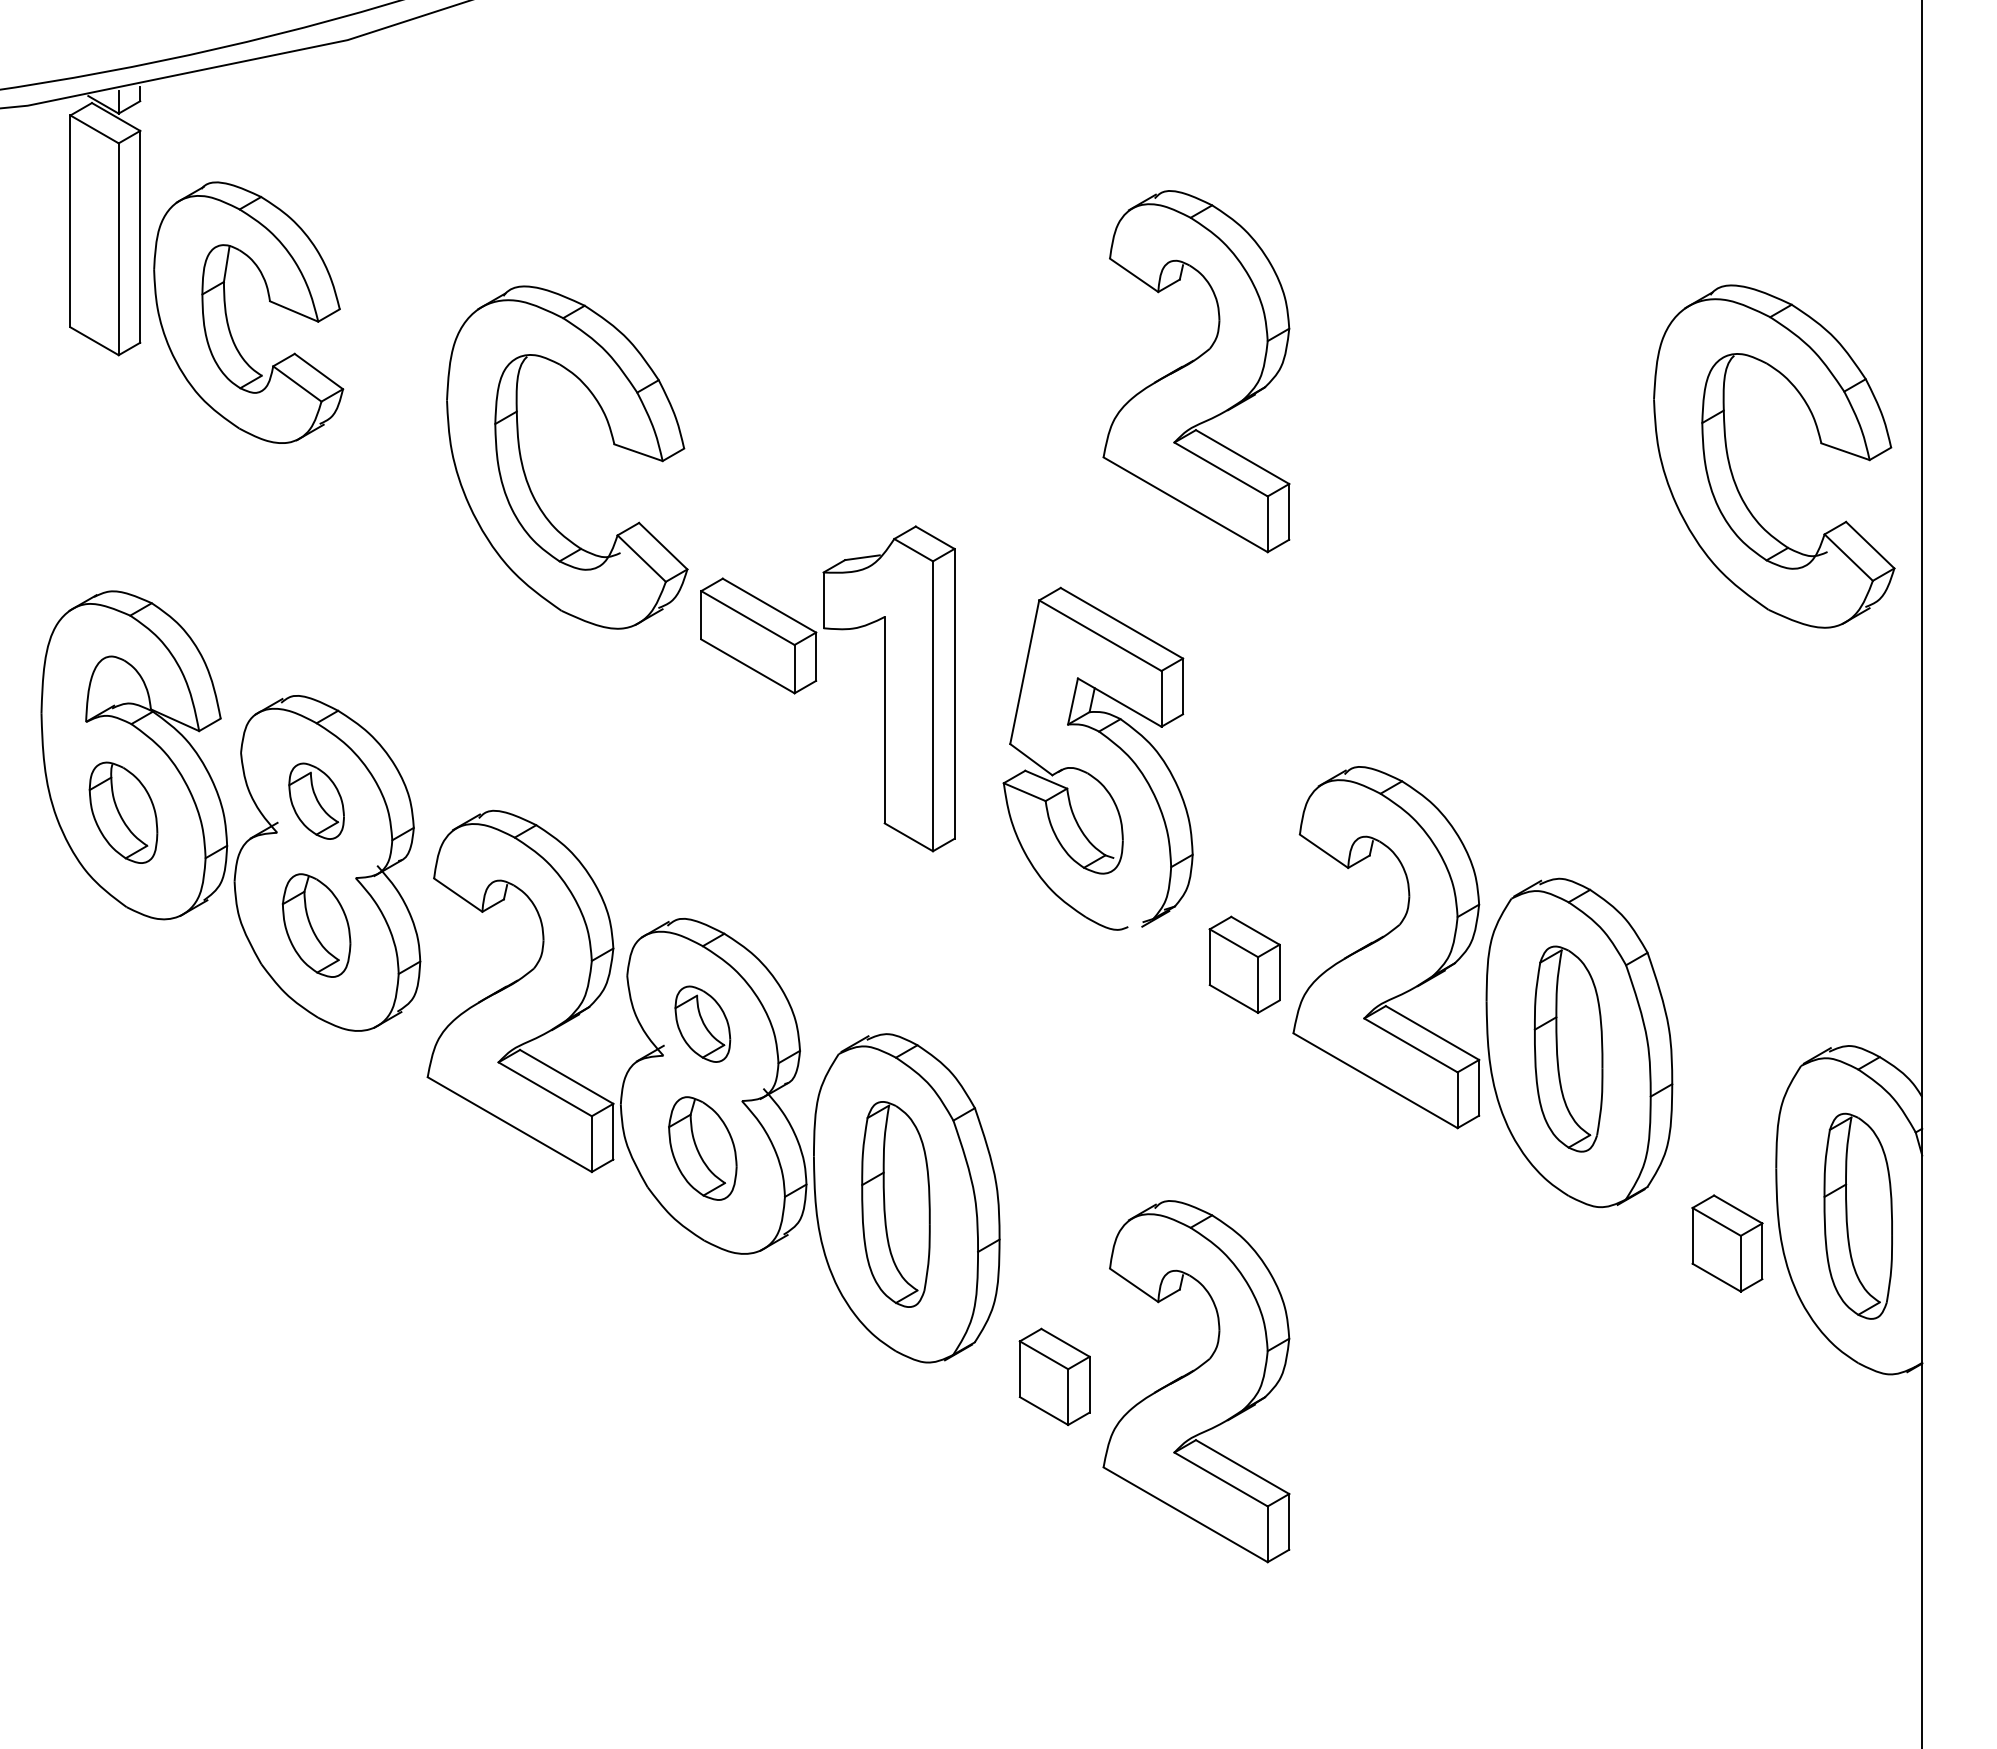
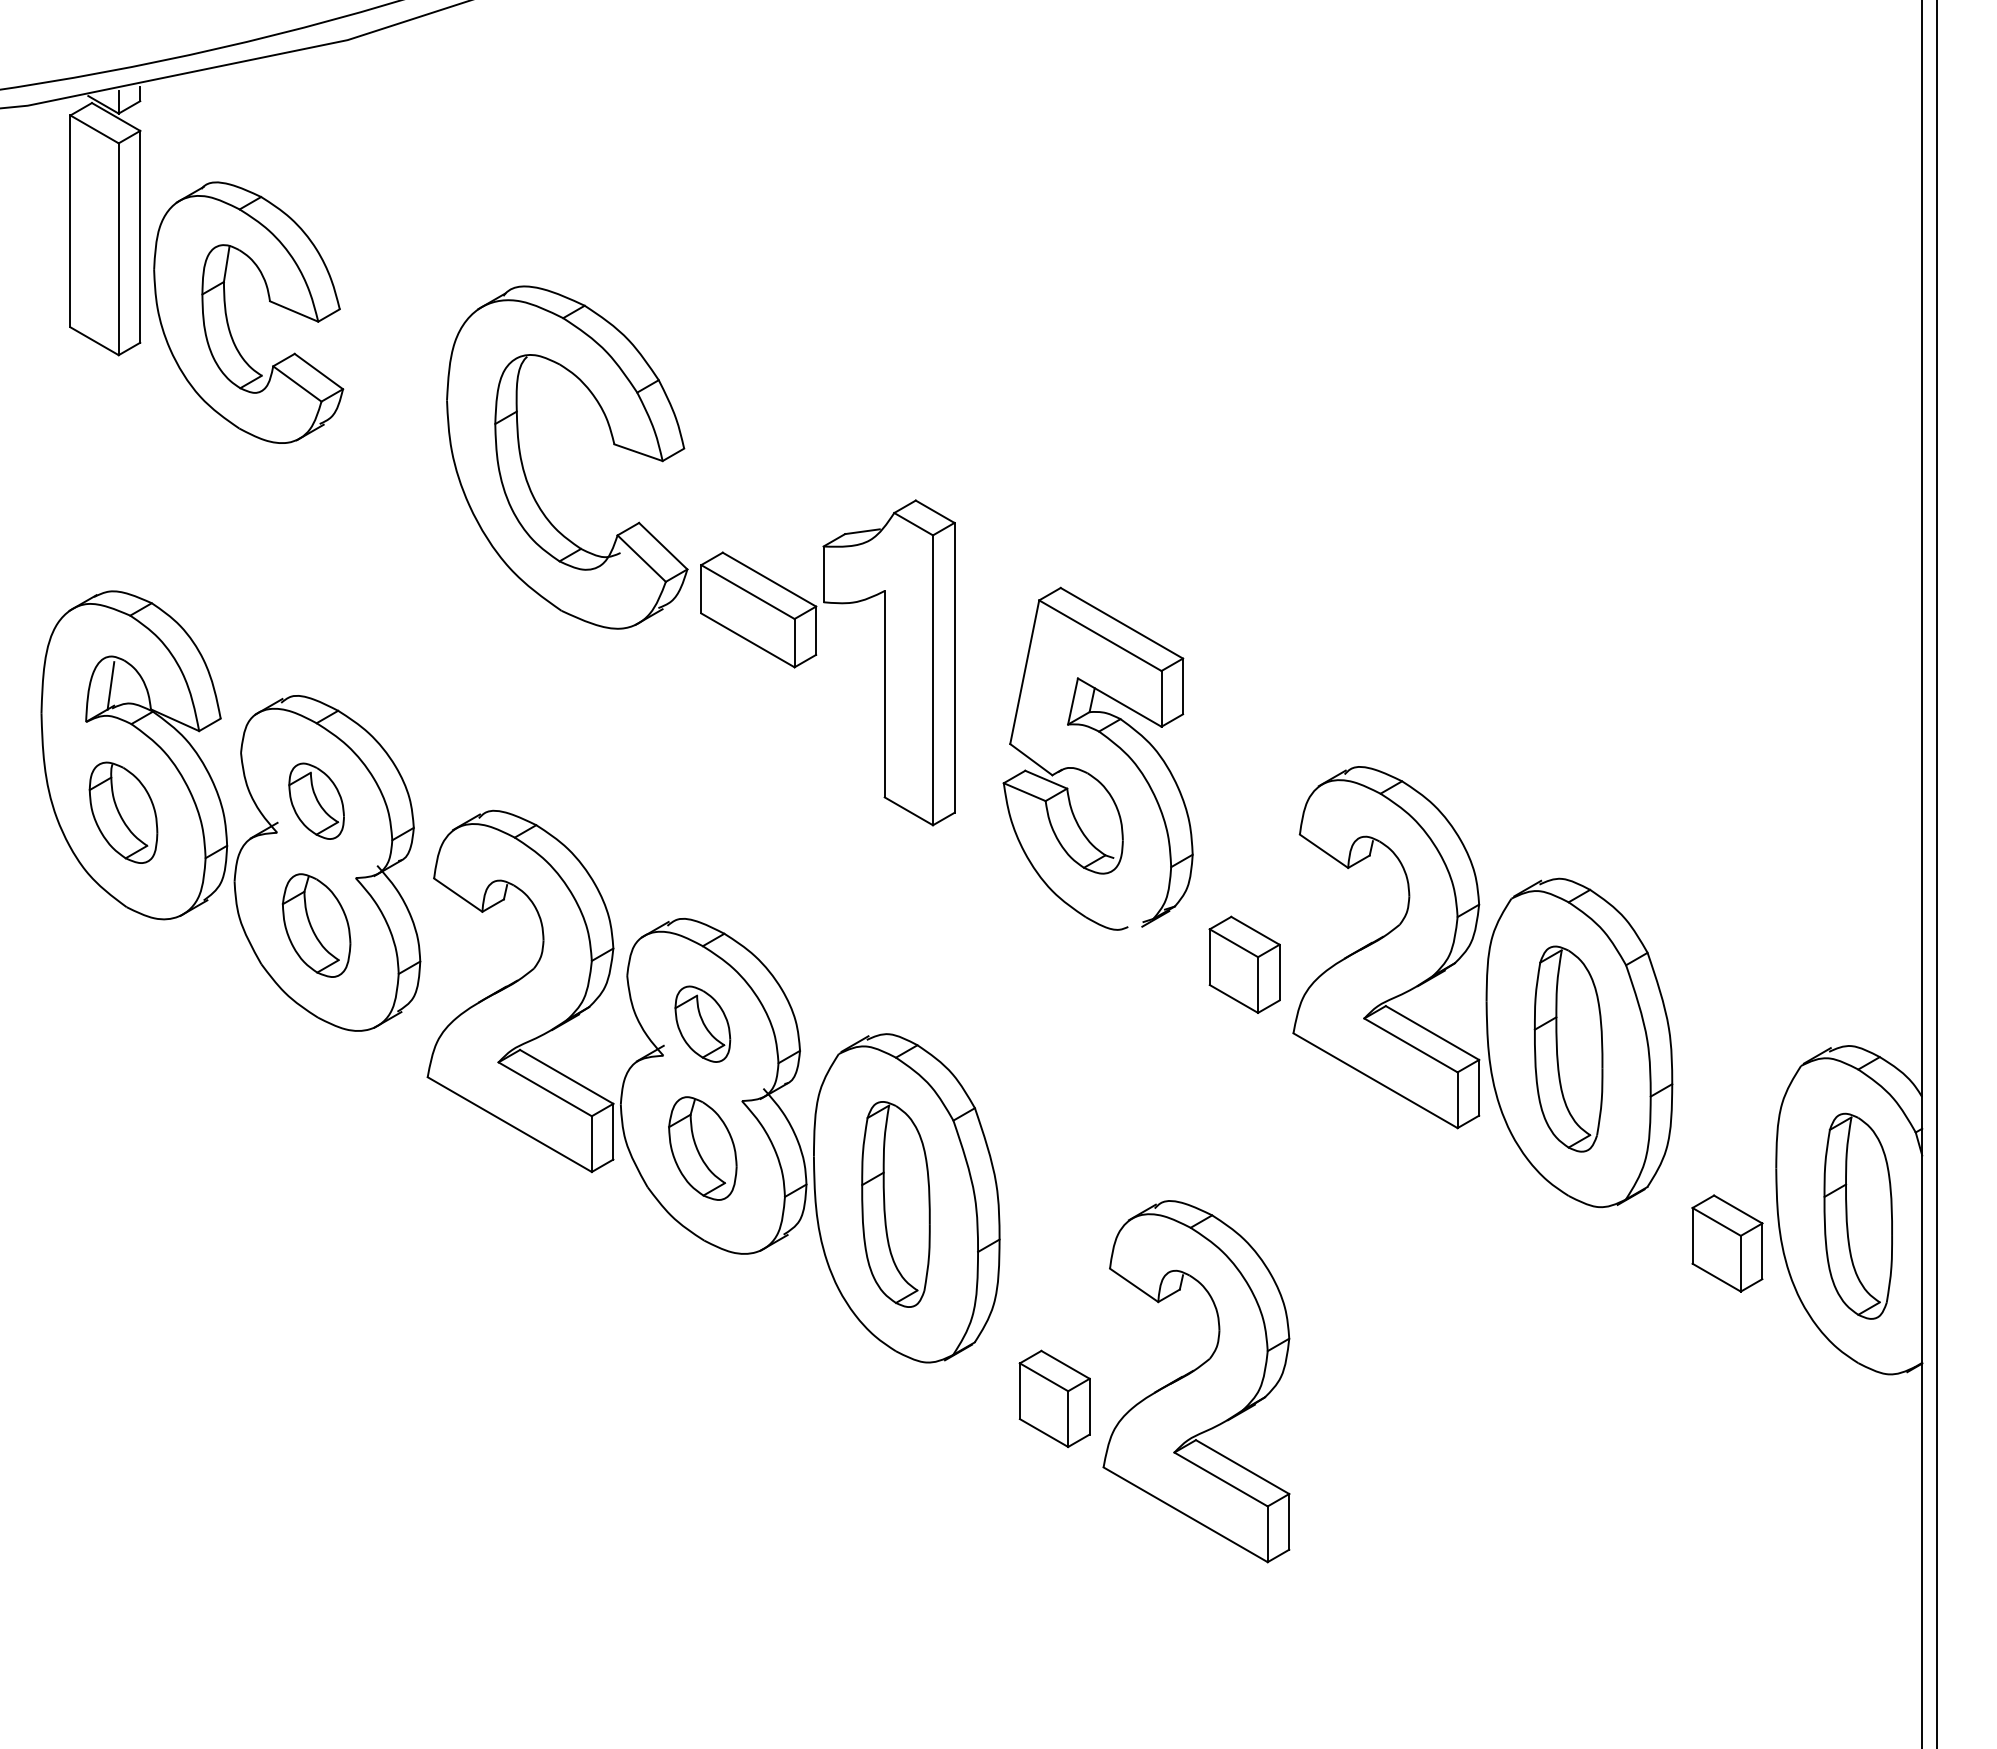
part at (1196, 371): present -> none
part at (1730, 463): present -> none
part at (817, 681) position: (817, 681) -> (817, 655)
line at (110, 685): none -> present
line at (1937, 873): none -> present
part at (1054, 1376) position: (1054, 1376) -> (1054, 1398)
